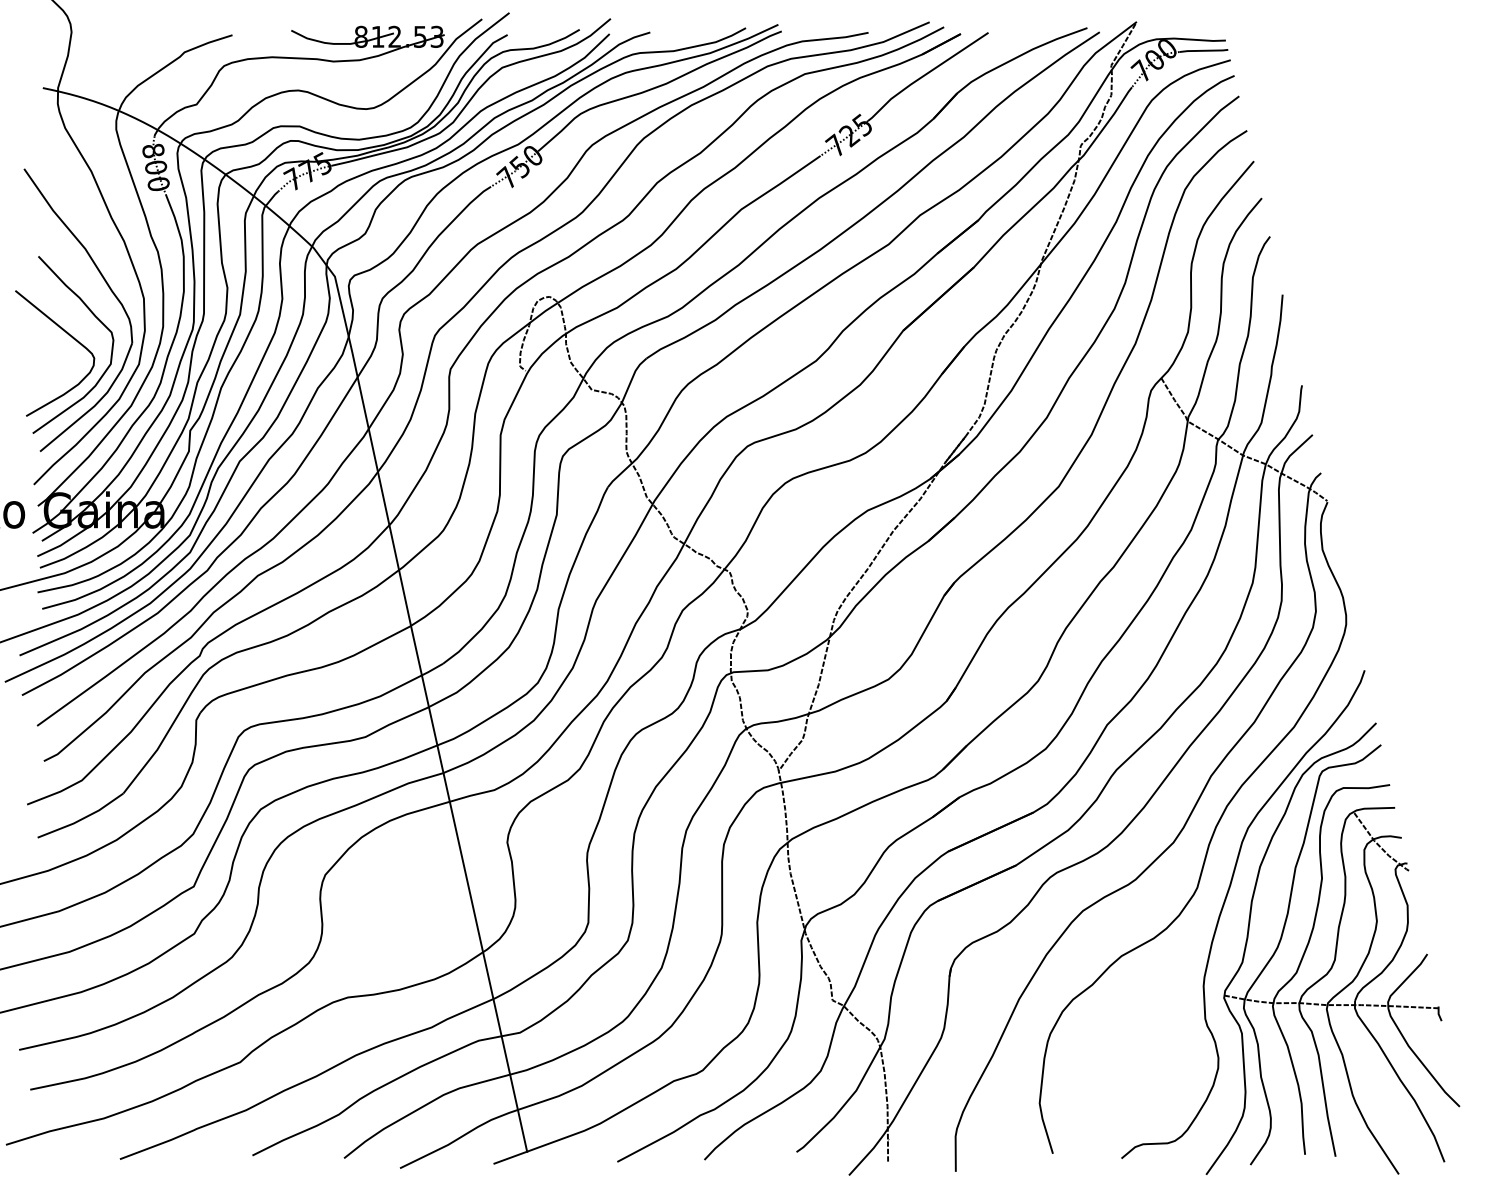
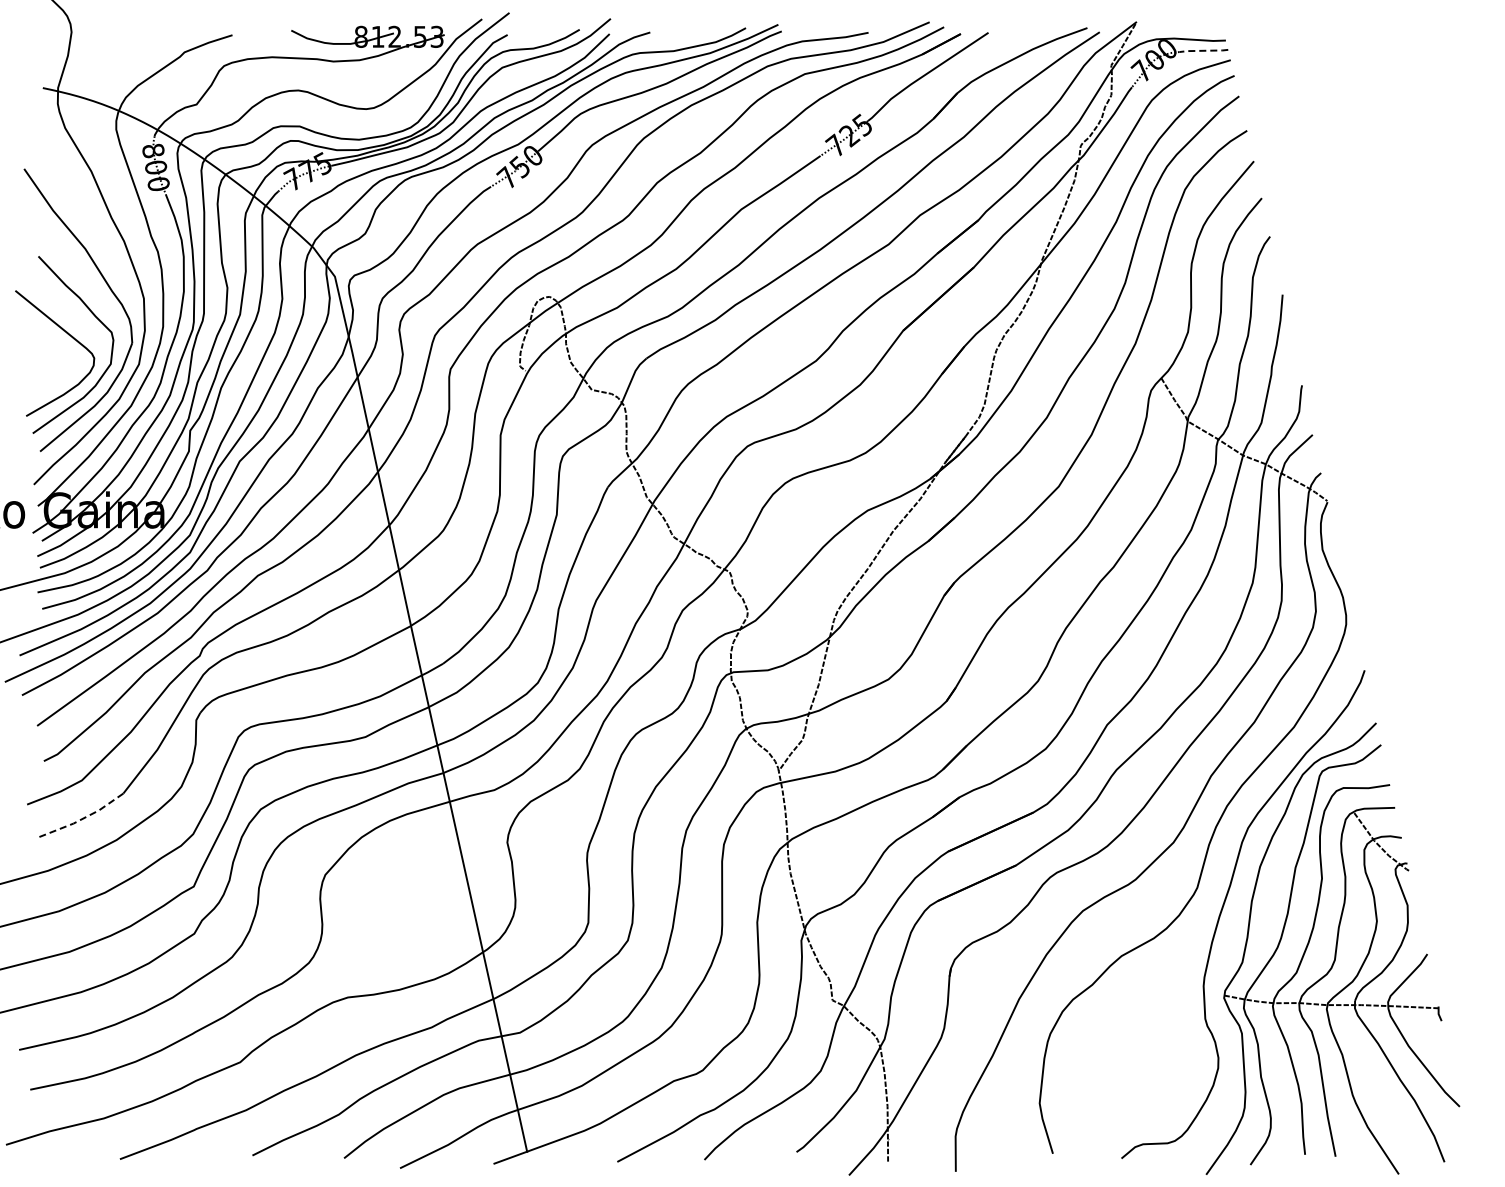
line at (1204, 50): solid -> dashed
line at (82, 819): solid -> dashed
